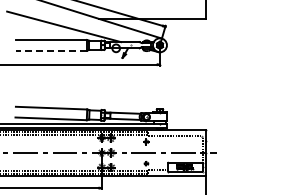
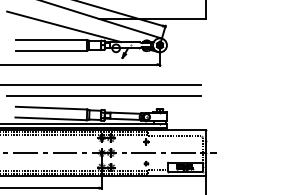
line at (51, 50): dashed -> solid
line at (101, 84): none -> present
line at (103, 96): none -> present
